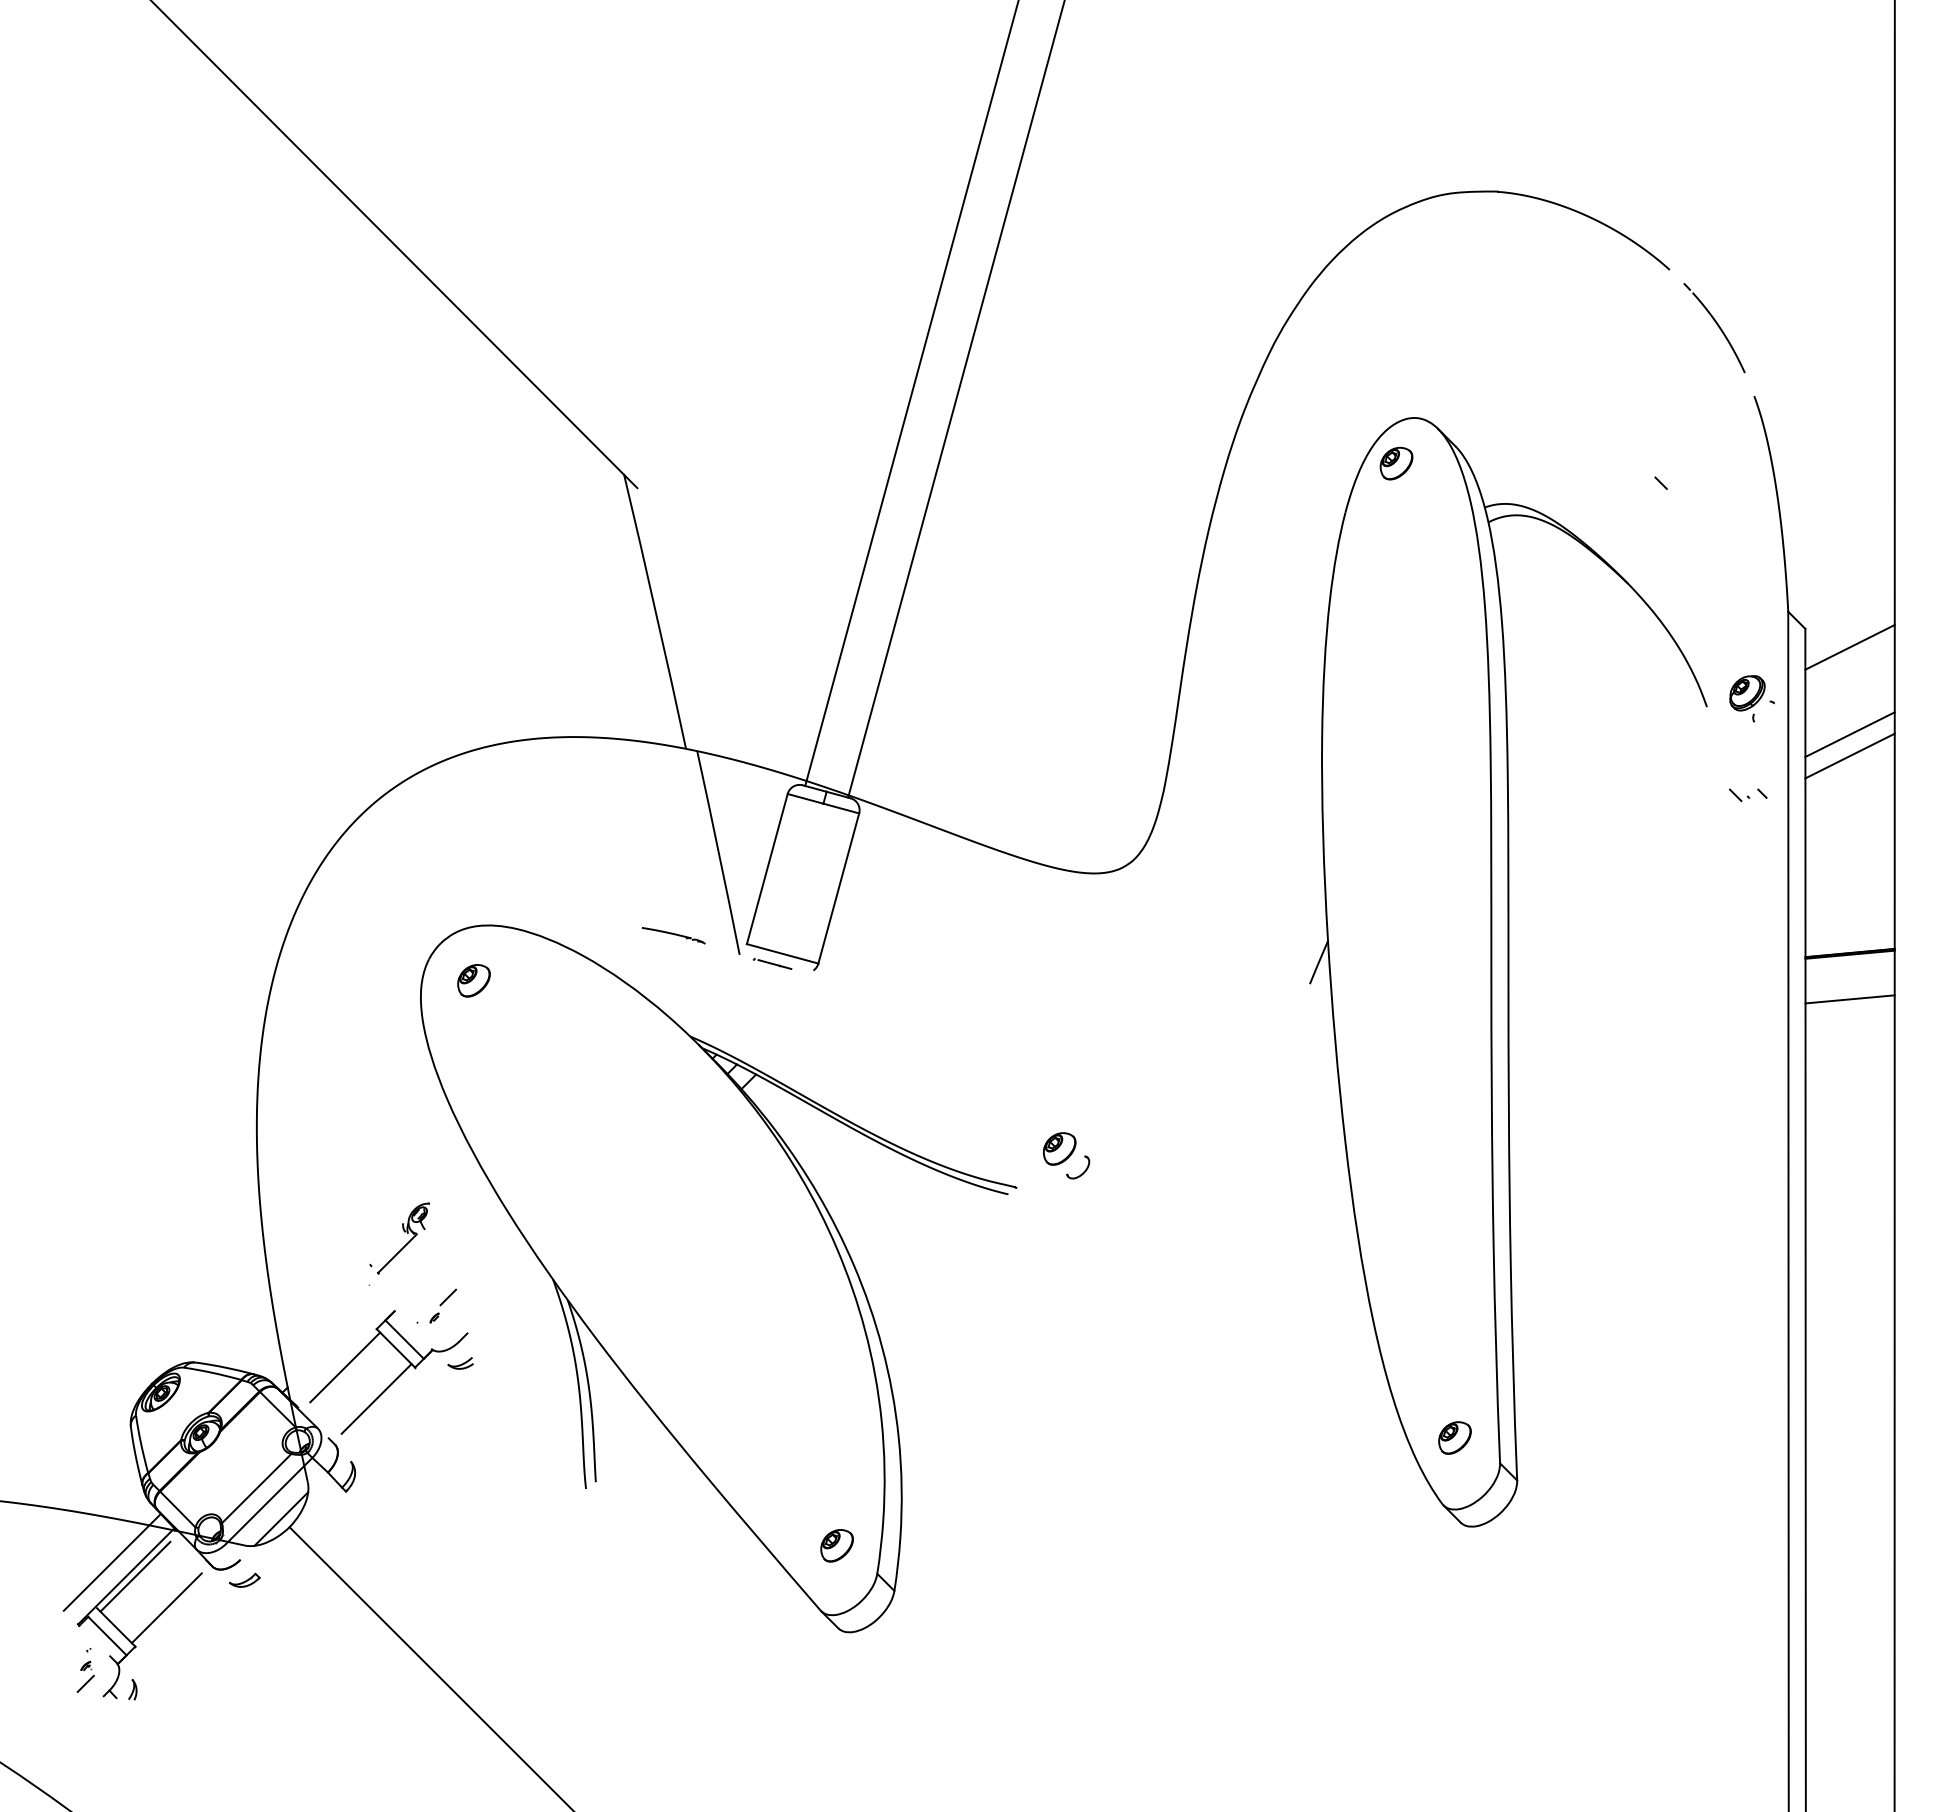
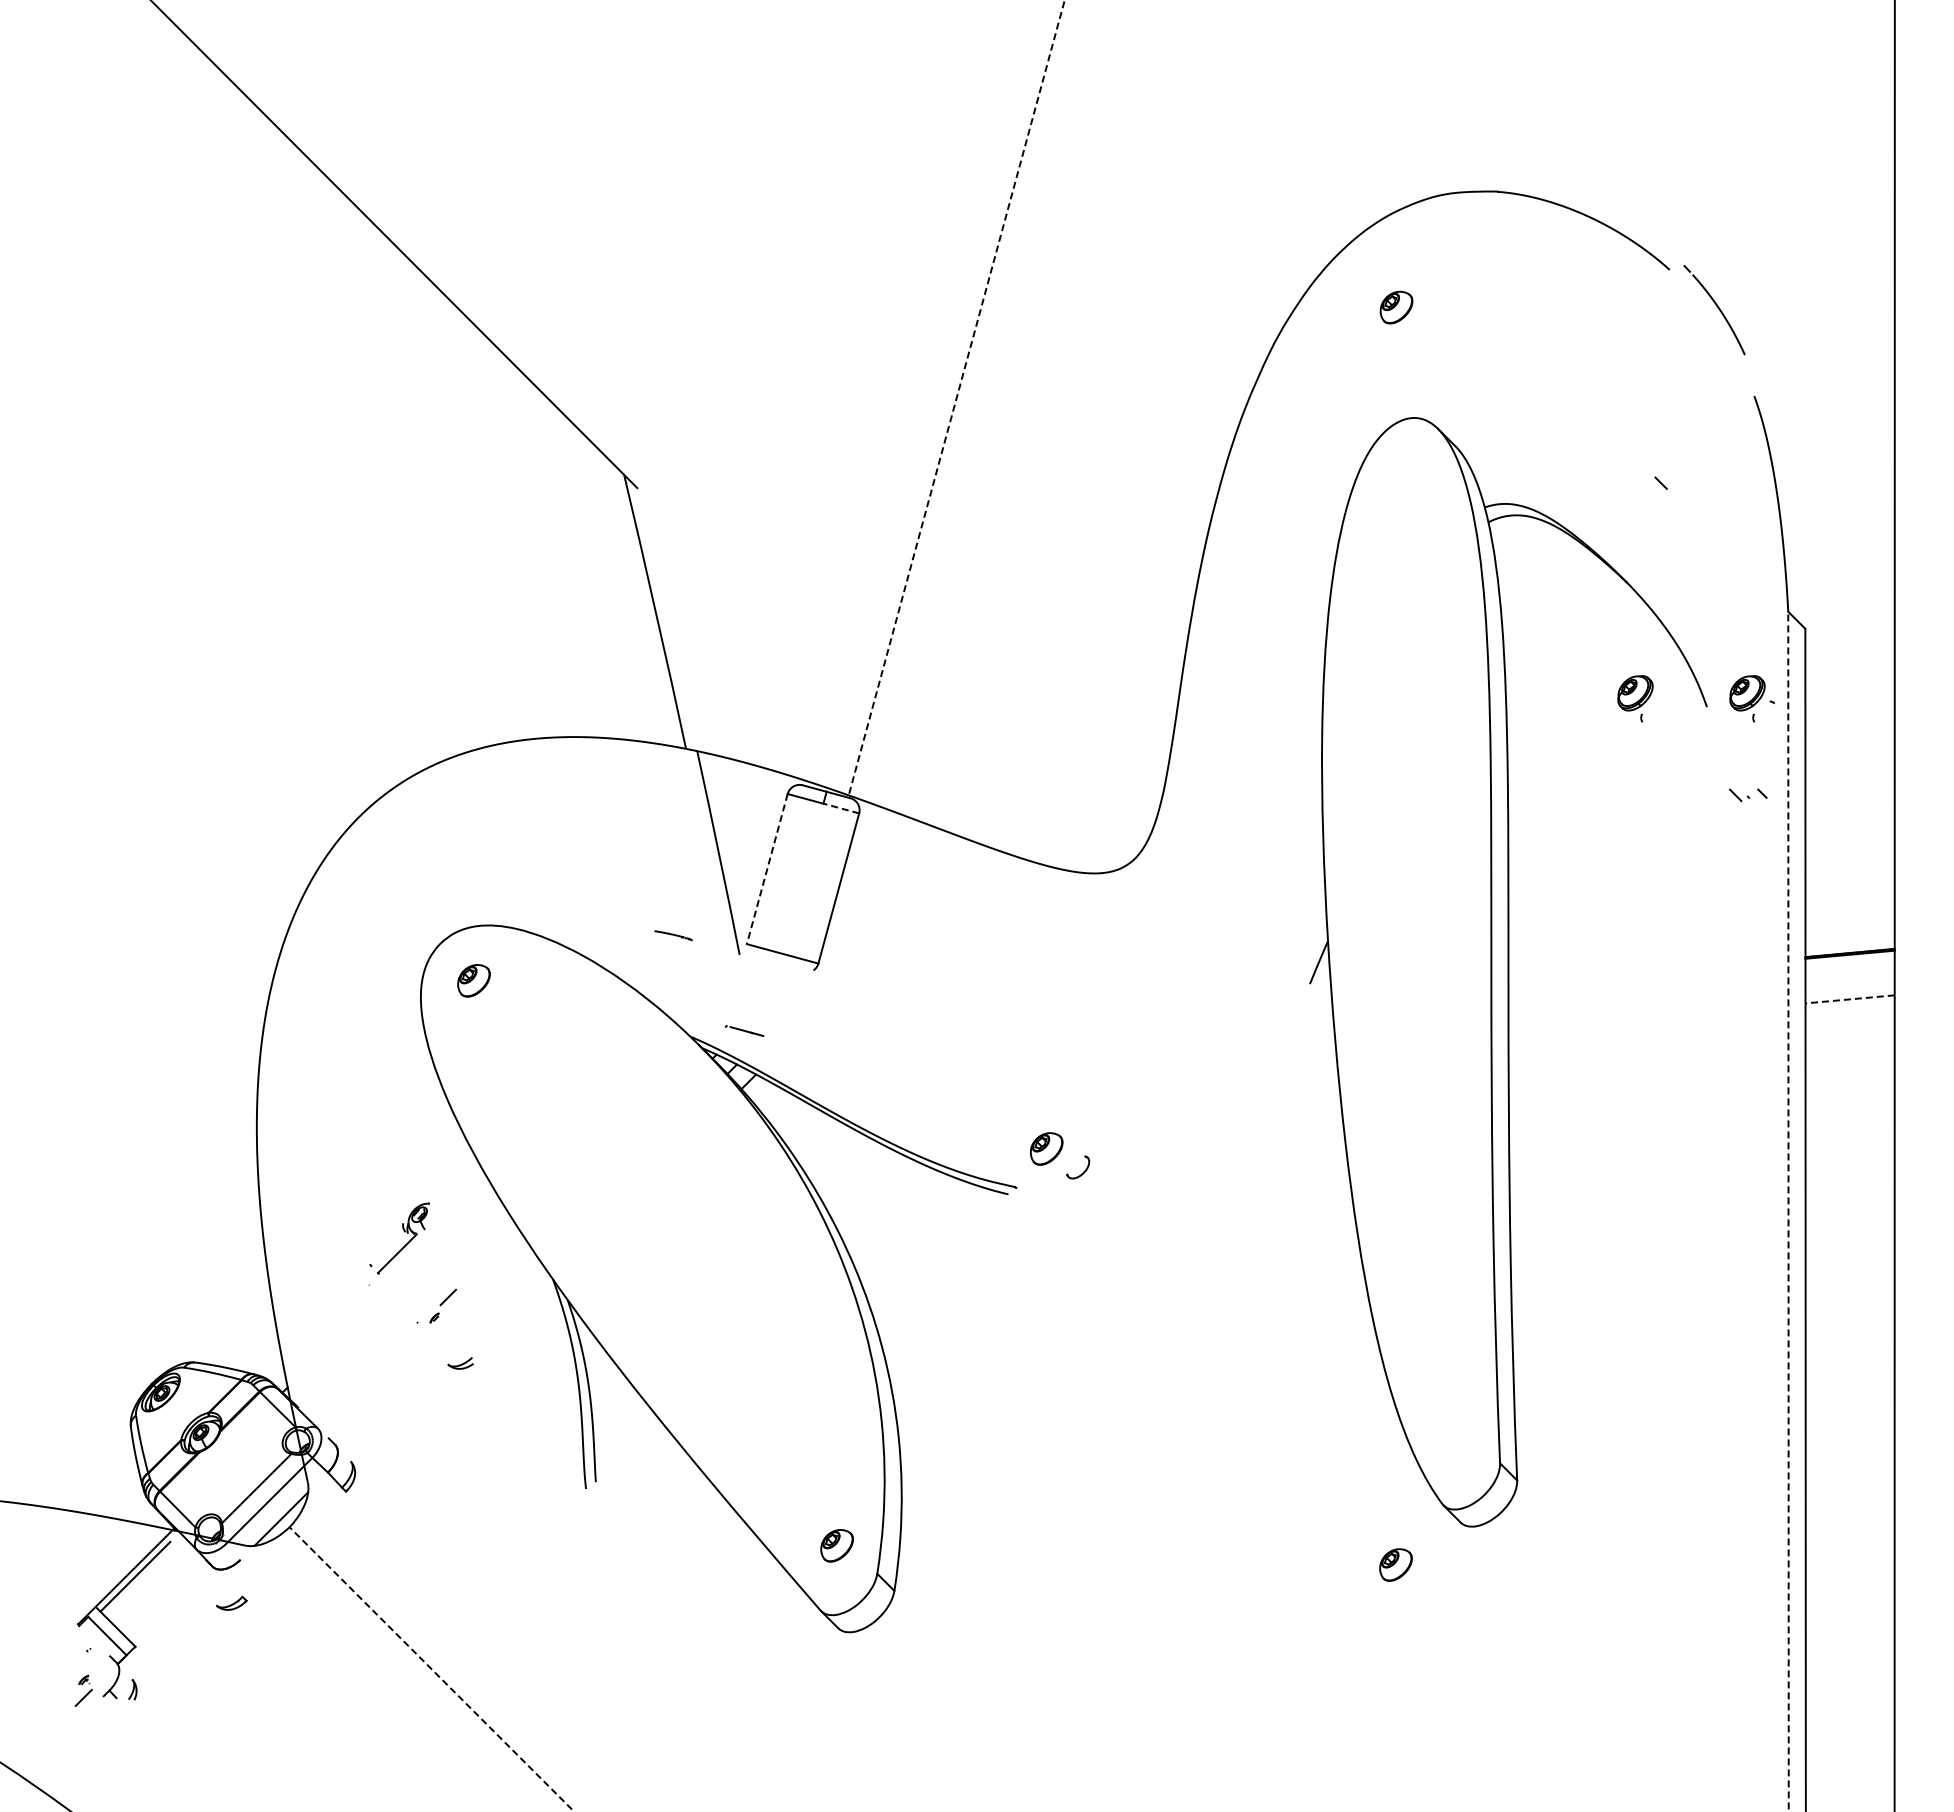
part at (1714, 328) position: (1714, 328) -> (1714, 310)
line at (911, 393): present -> none
line at (956, 399): solid -> dashed
part at (1396, 463) position: (1396, 463) -> (1396, 307)
line at (1849, 647): present -> none
part at (1635, 698): none -> present
line at (1849, 734): present -> none
line at (1849, 755): present -> none
line at (841, 808): solid -> dashed
line at (767, 869): solid -> dashed
part at (673, 935) size: 65x18 px -> 39x12 px
line at (772, 963) position: (772, 963) -> (744, 1030)
line at (1850, 999): solid -> dashed
part at (1059, 1148) position: (1059, 1148) -> (1046, 1148)
line at (1788, 1211): solid -> dashed
part at (395, 1378): present -> none
part at (1454, 1437) position: (1454, 1437) -> (1395, 1564)
line at (111, 1561): present -> none
part at (244, 1579) position: (244, 1579) -> (231, 1602)
line at (166, 1608): present -> none
line at (431, 1669): solid -> dashed
part at (85, 1676) position: (85, 1676) -> (83, 1690)
